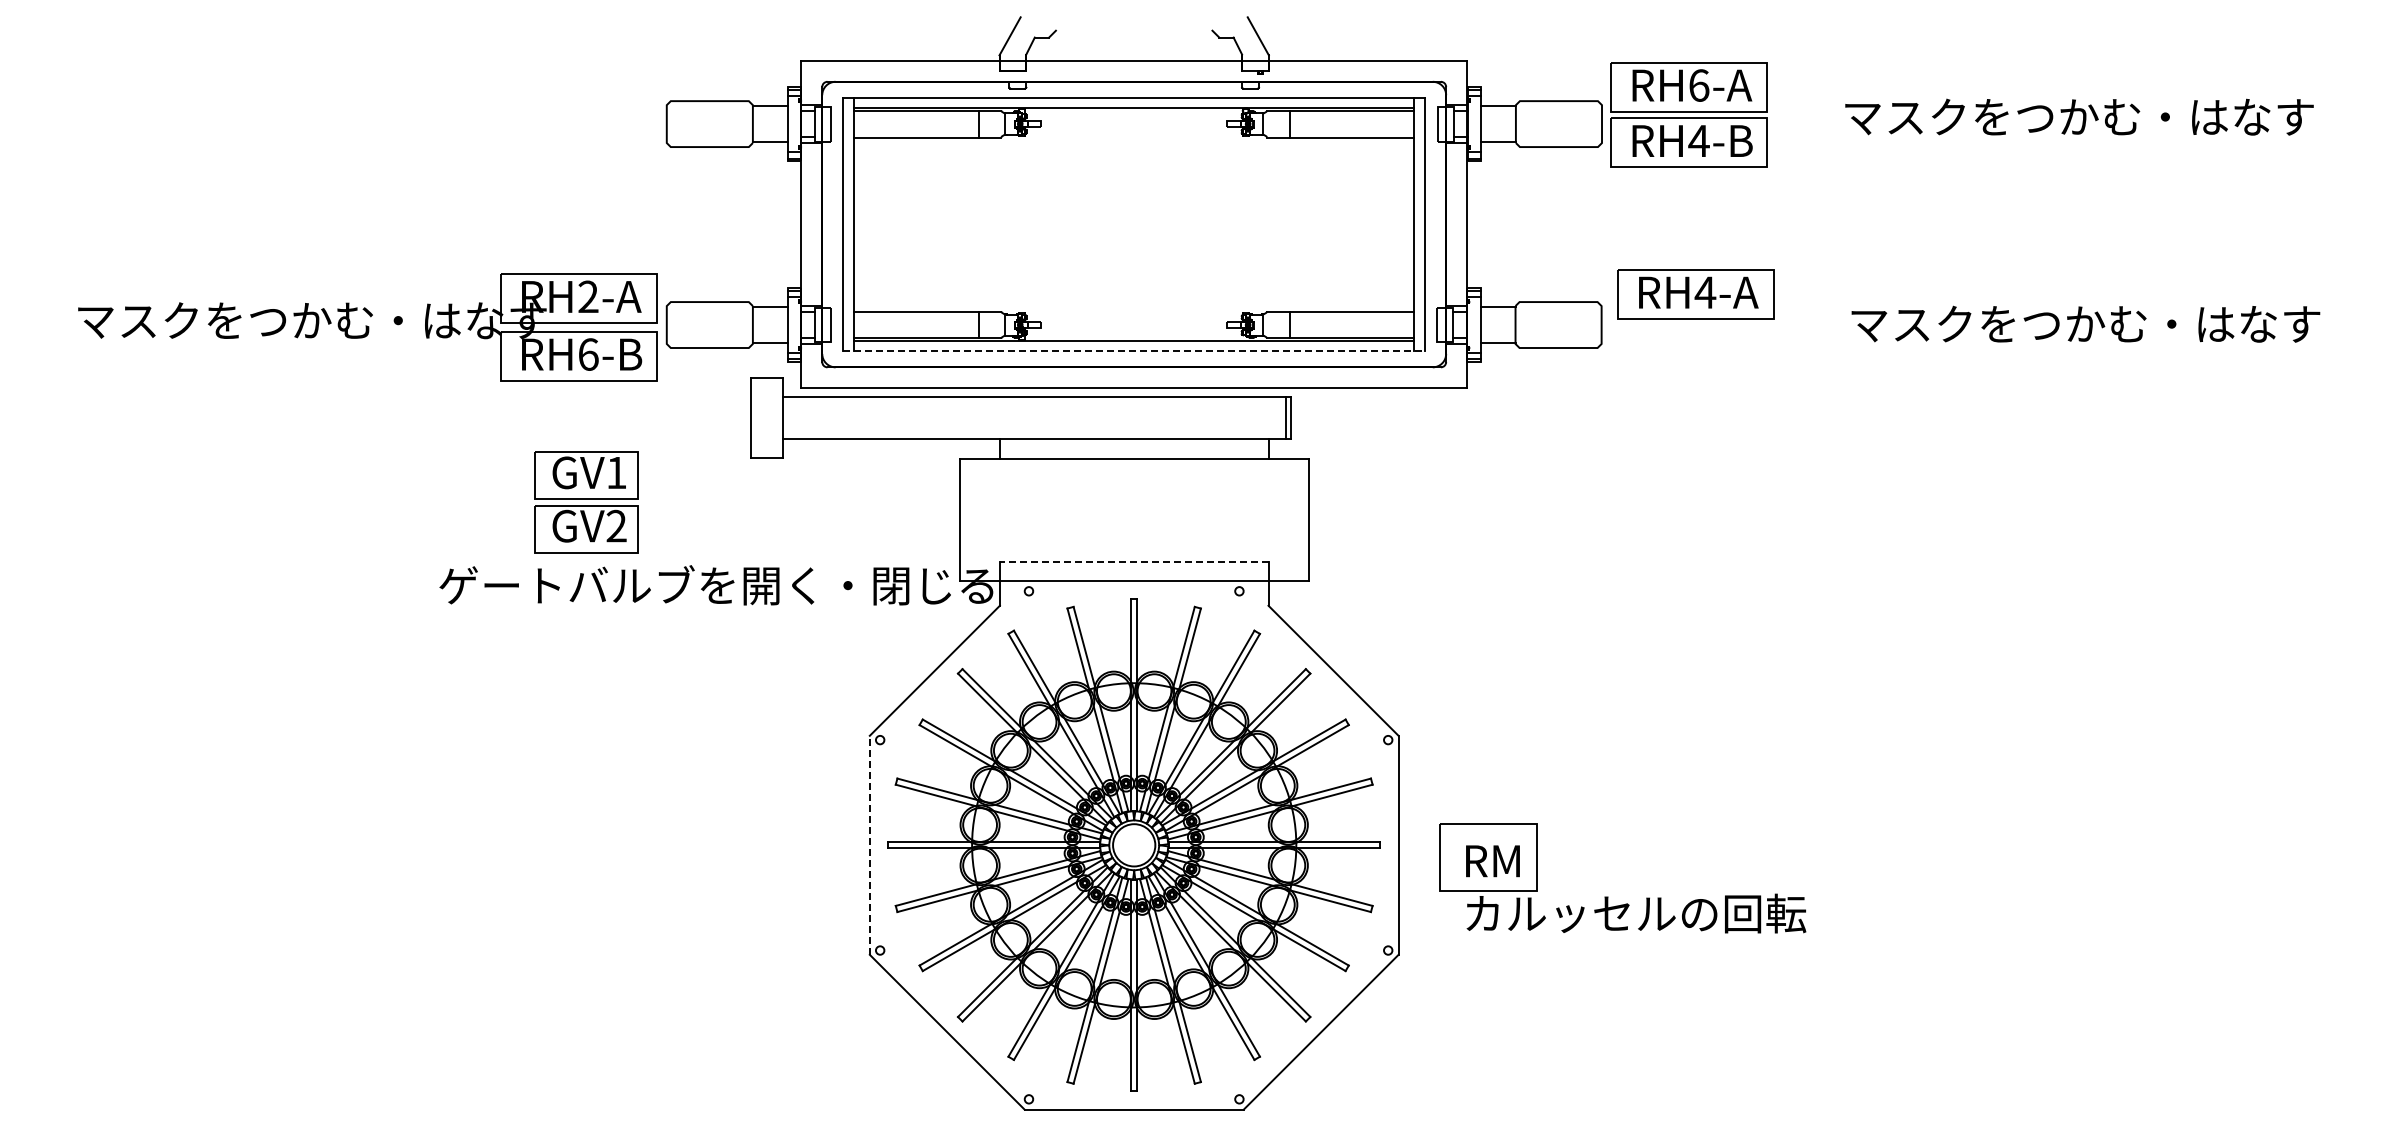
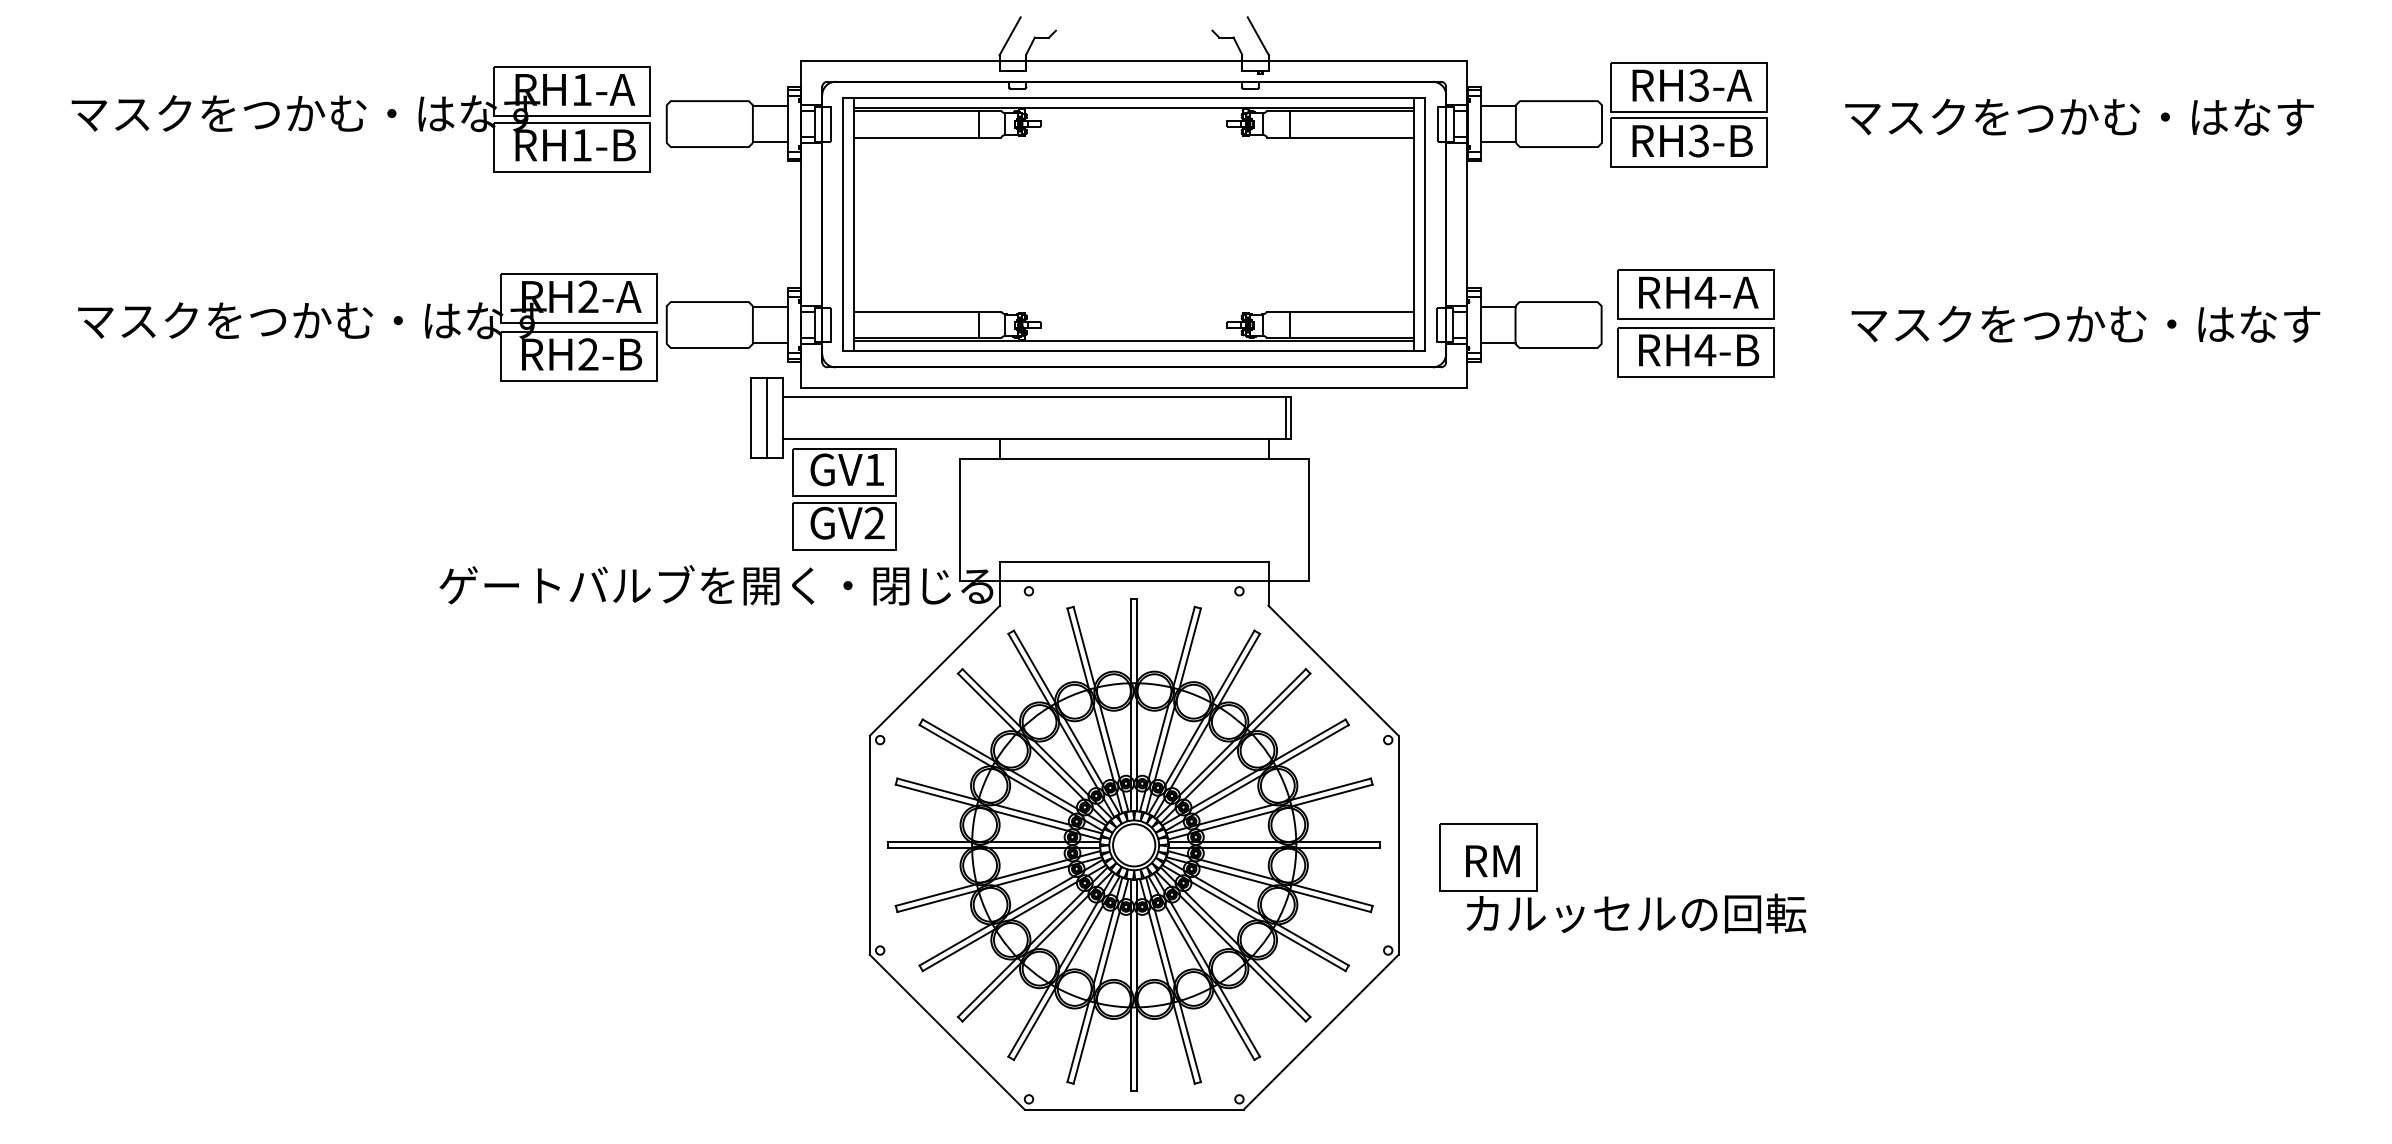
text at (1698, 85): RH6-A -> RH3-A
part at (360, 119): none -> present
text at (1698, 140): RH4-B -> RH3-B
line at (1134, 351): dashed -> solid
part at (1695, 352): none -> present
text at (588, 354): RH6-B -> RH2-B
line at (767, 417): none -> present
part at (586, 502) position: (586, 502) -> (844, 499)
line at (1133, 561): dashed -> solid
line at (869, 845): dashed -> solid
